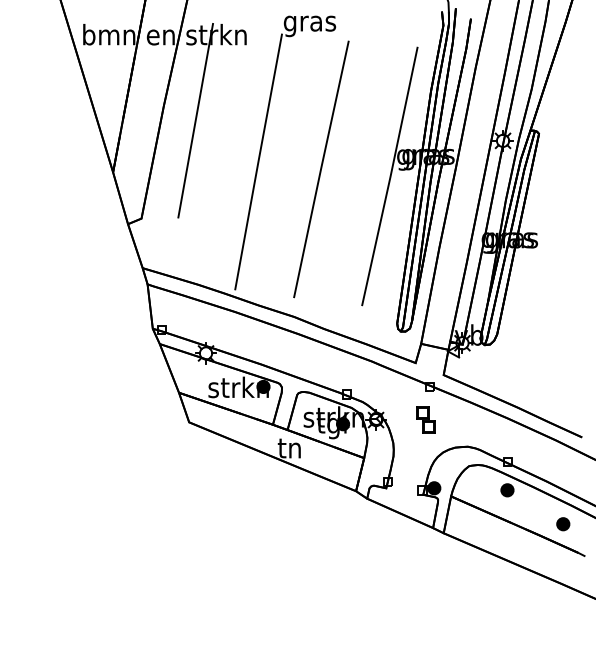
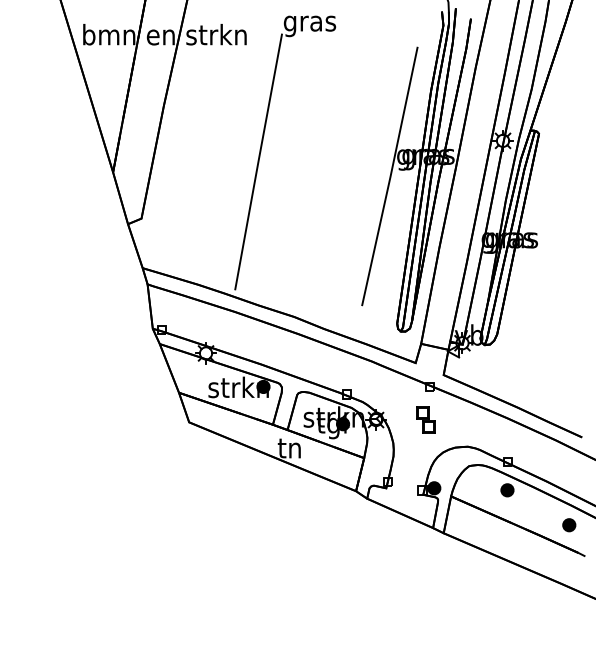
line at (195, 120): present -> none
line at (321, 169): present -> none
part at (563, 524) position: (563, 524) -> (569, 525)
